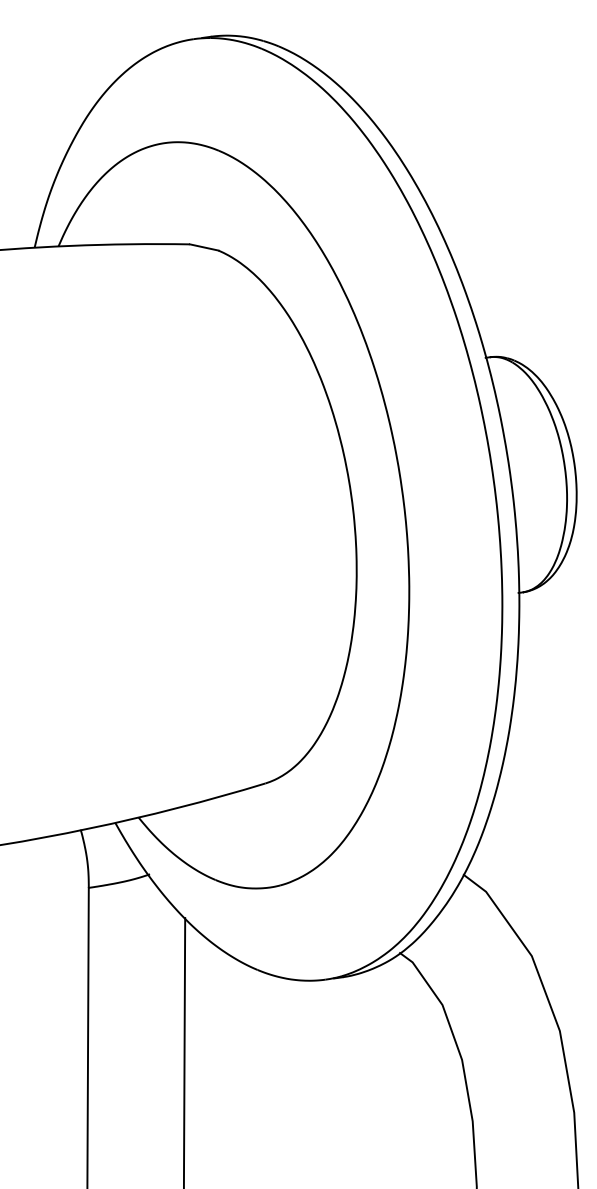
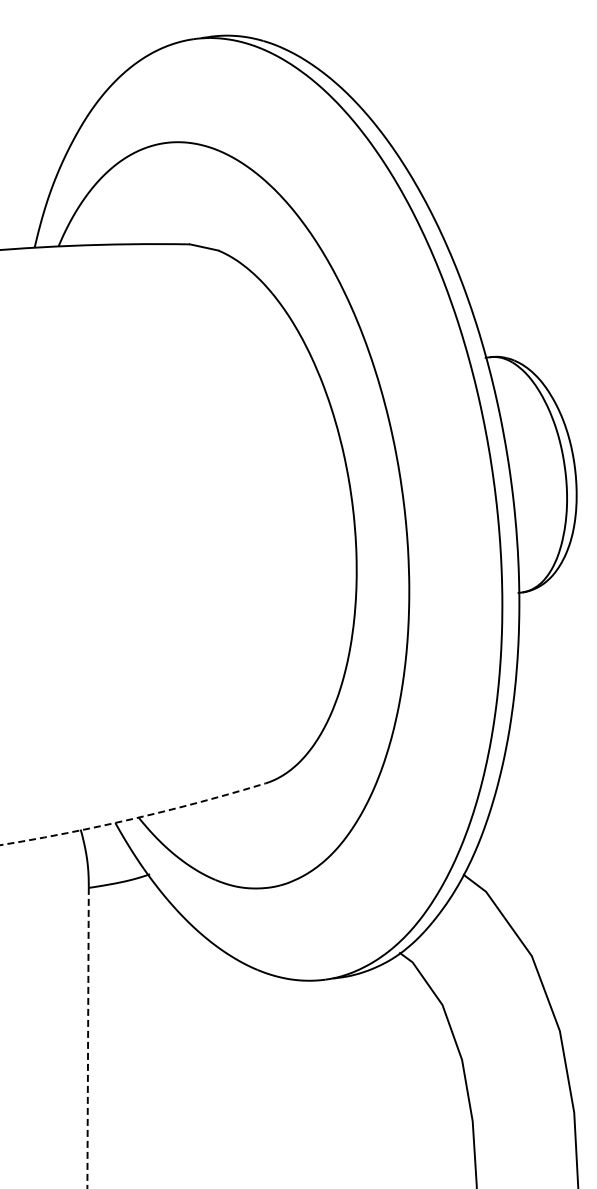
arc at (133, 818): solid -> dashed
line at (88, 1038): solid -> dashed
line at (184, 1051): present -> none
